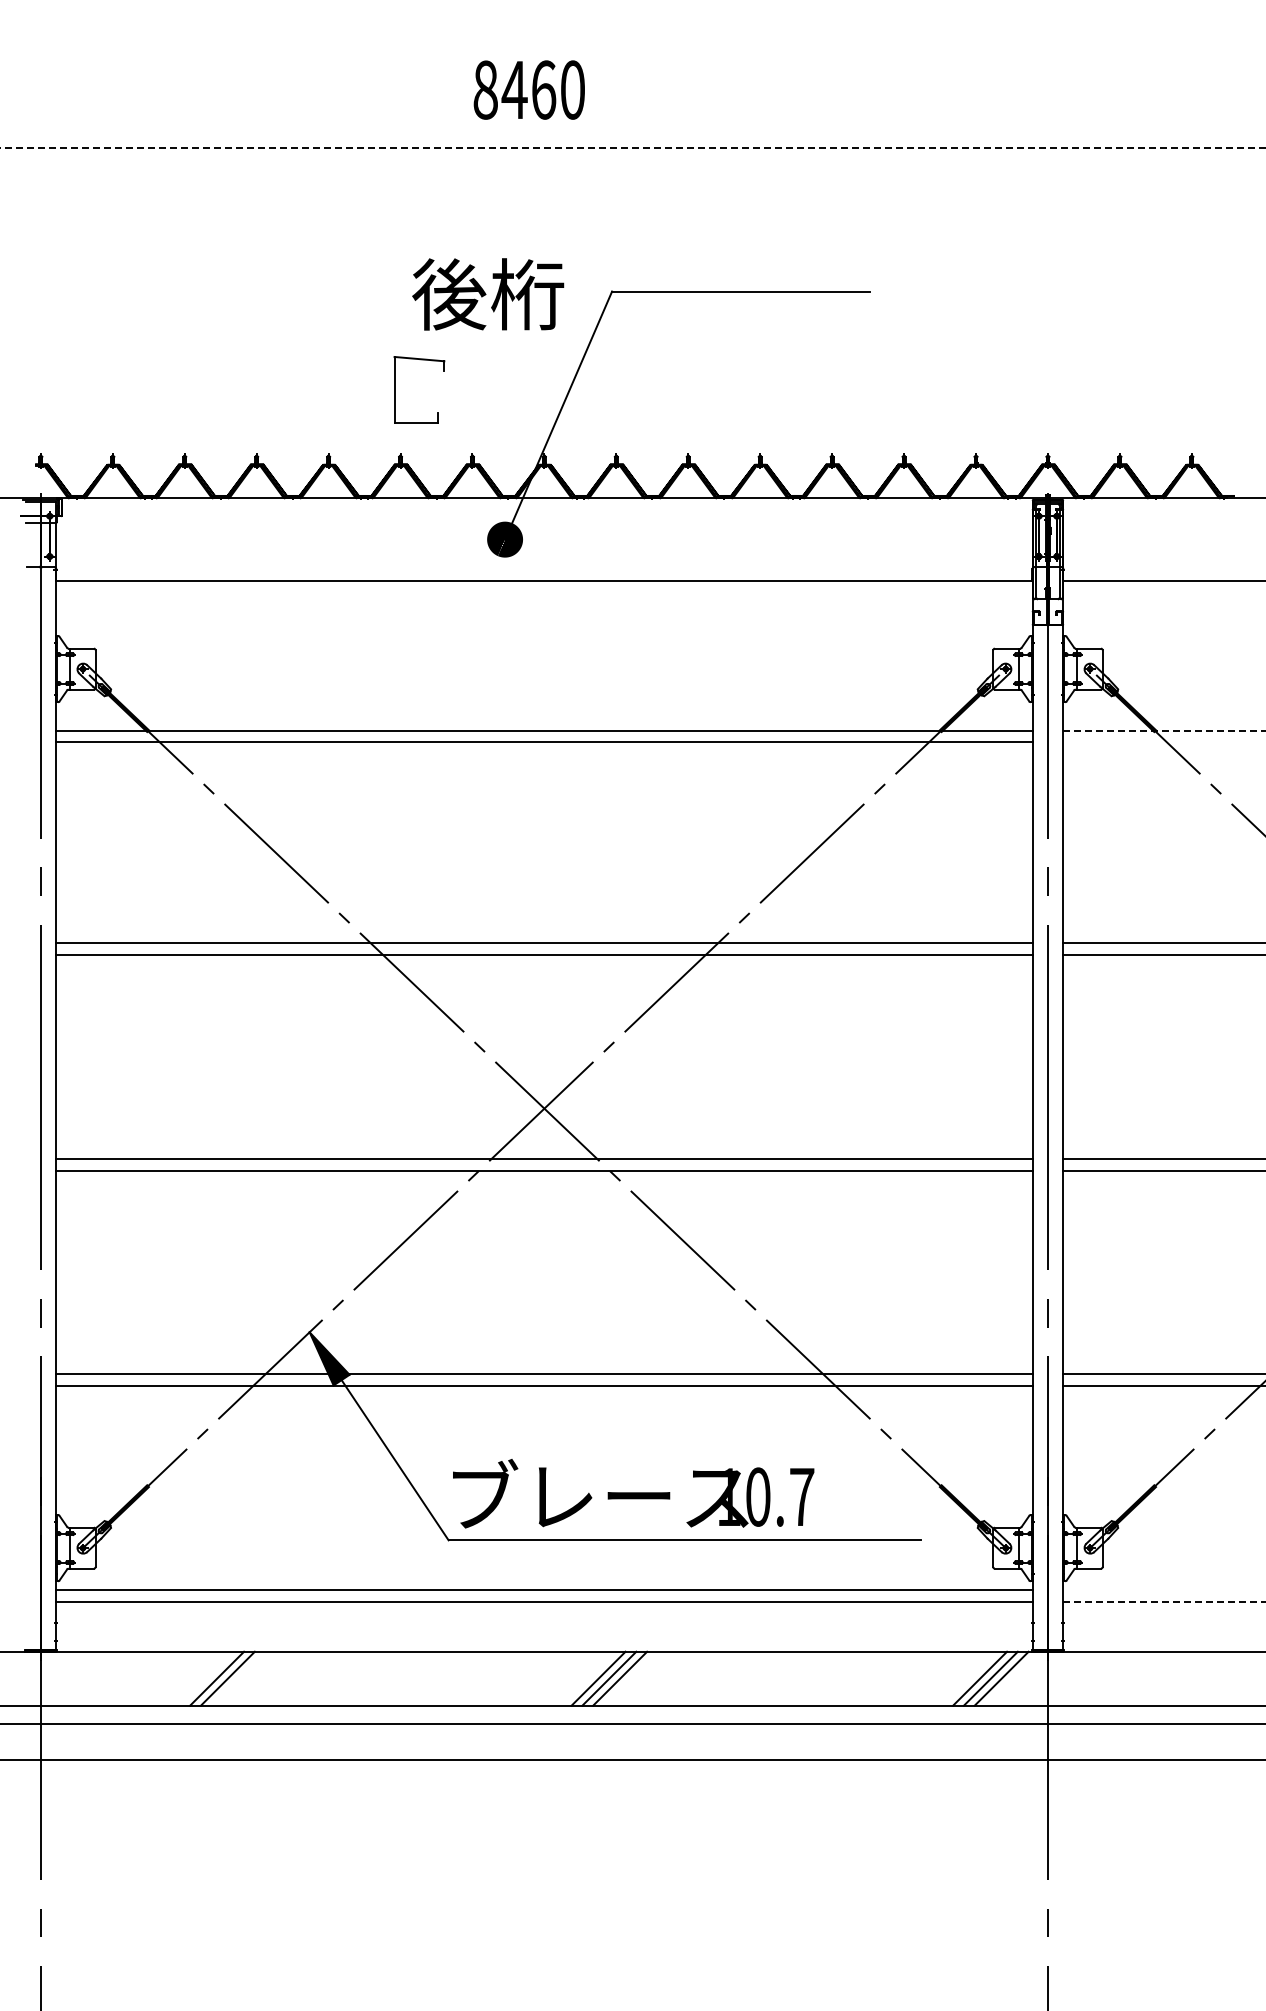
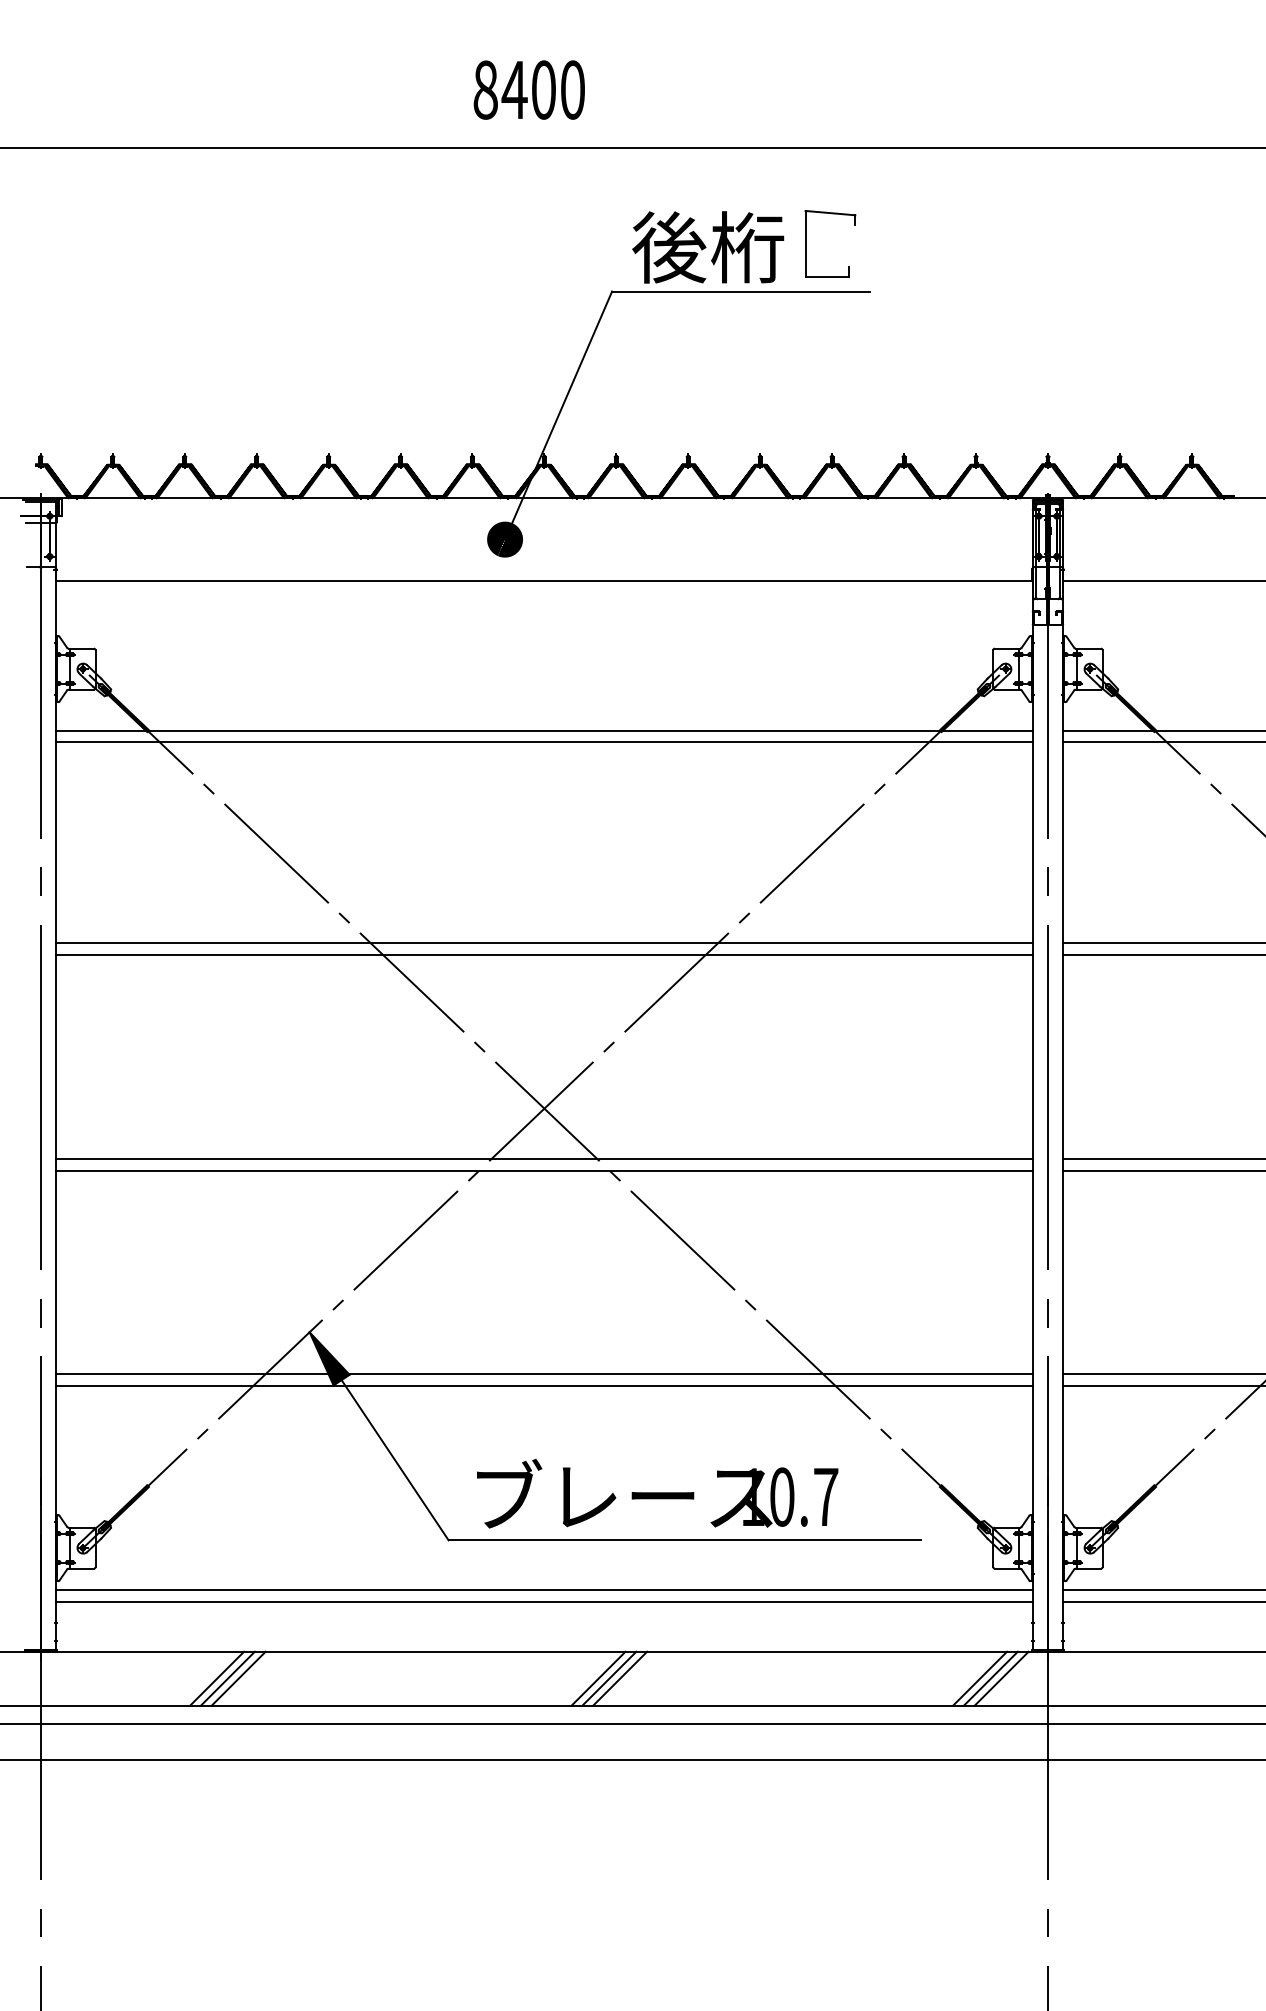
text at (544, 89): 8460 -> 8400
line at (632, 147): dashed -> solid
text at (488, 294) position: (488, 294) -> (708, 247)
part at (395, 389) position: (395, 389) -> (806, 243)
line at (1164, 730): dashed -> solid
line at (1162, 742): none -> present
text at (633, 1493) position: (633, 1493) -> (657, 1493)
line at (1162, 1590): none -> present
line at (1164, 1602): dashed -> solid
line at (238, 1678): none -> present
